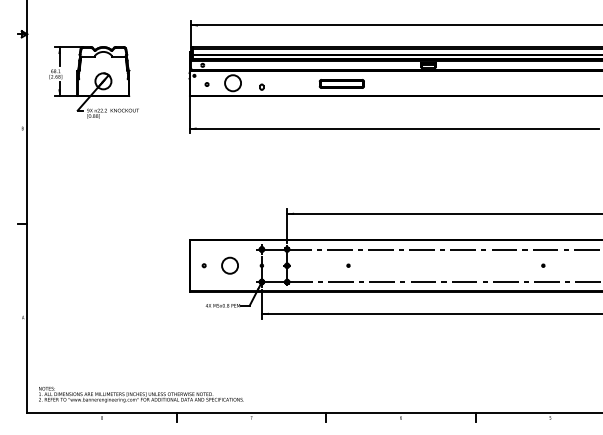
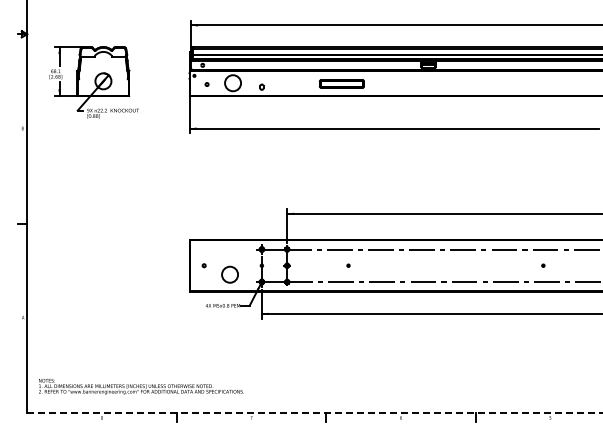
circle at (229, 265) position: (229, 265) -> (229, 274)
text at (141, 394) position: (141, 394) -> (141, 386)
line at (315, 412): solid -> dashed
